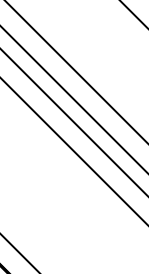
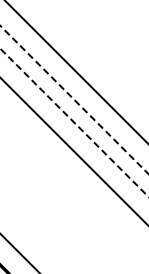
line at (133, 14): present -> none
line at (74, 100): solid -> dashed
line at (74, 122): solid -> dashed
